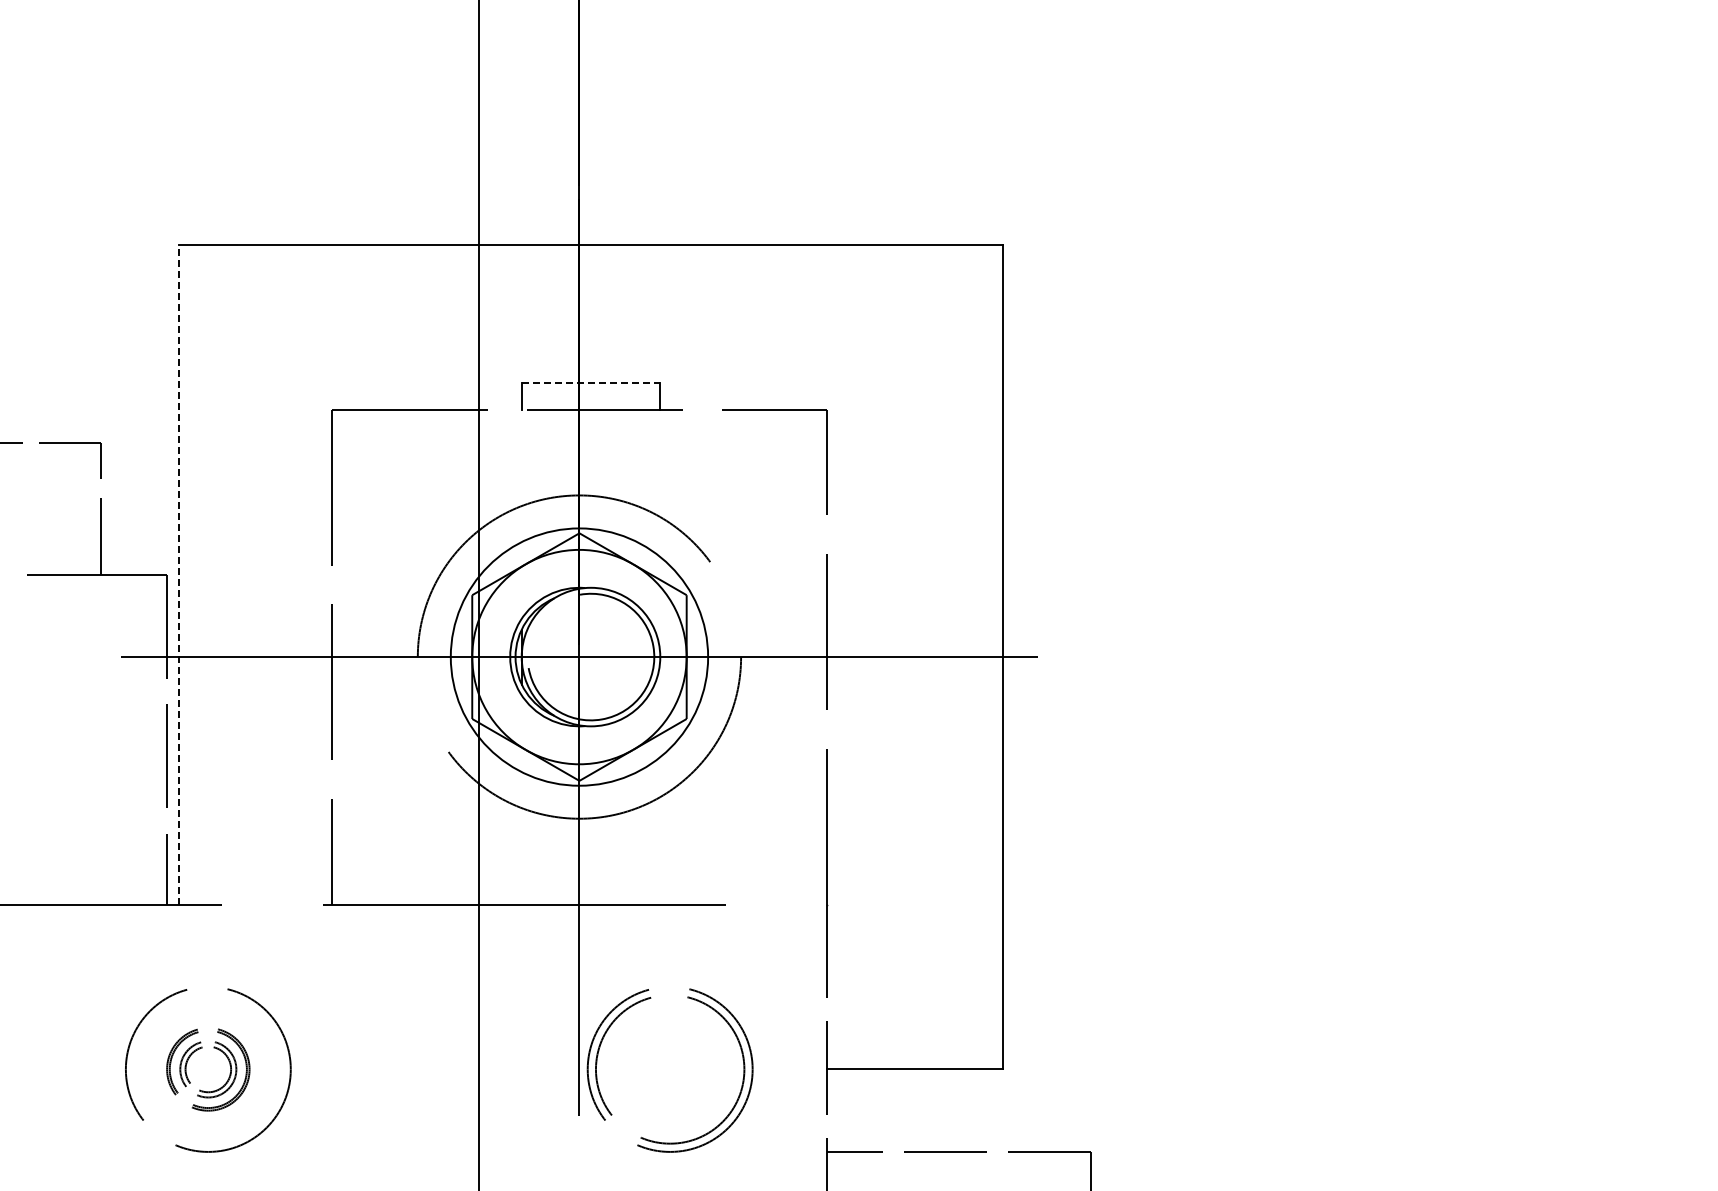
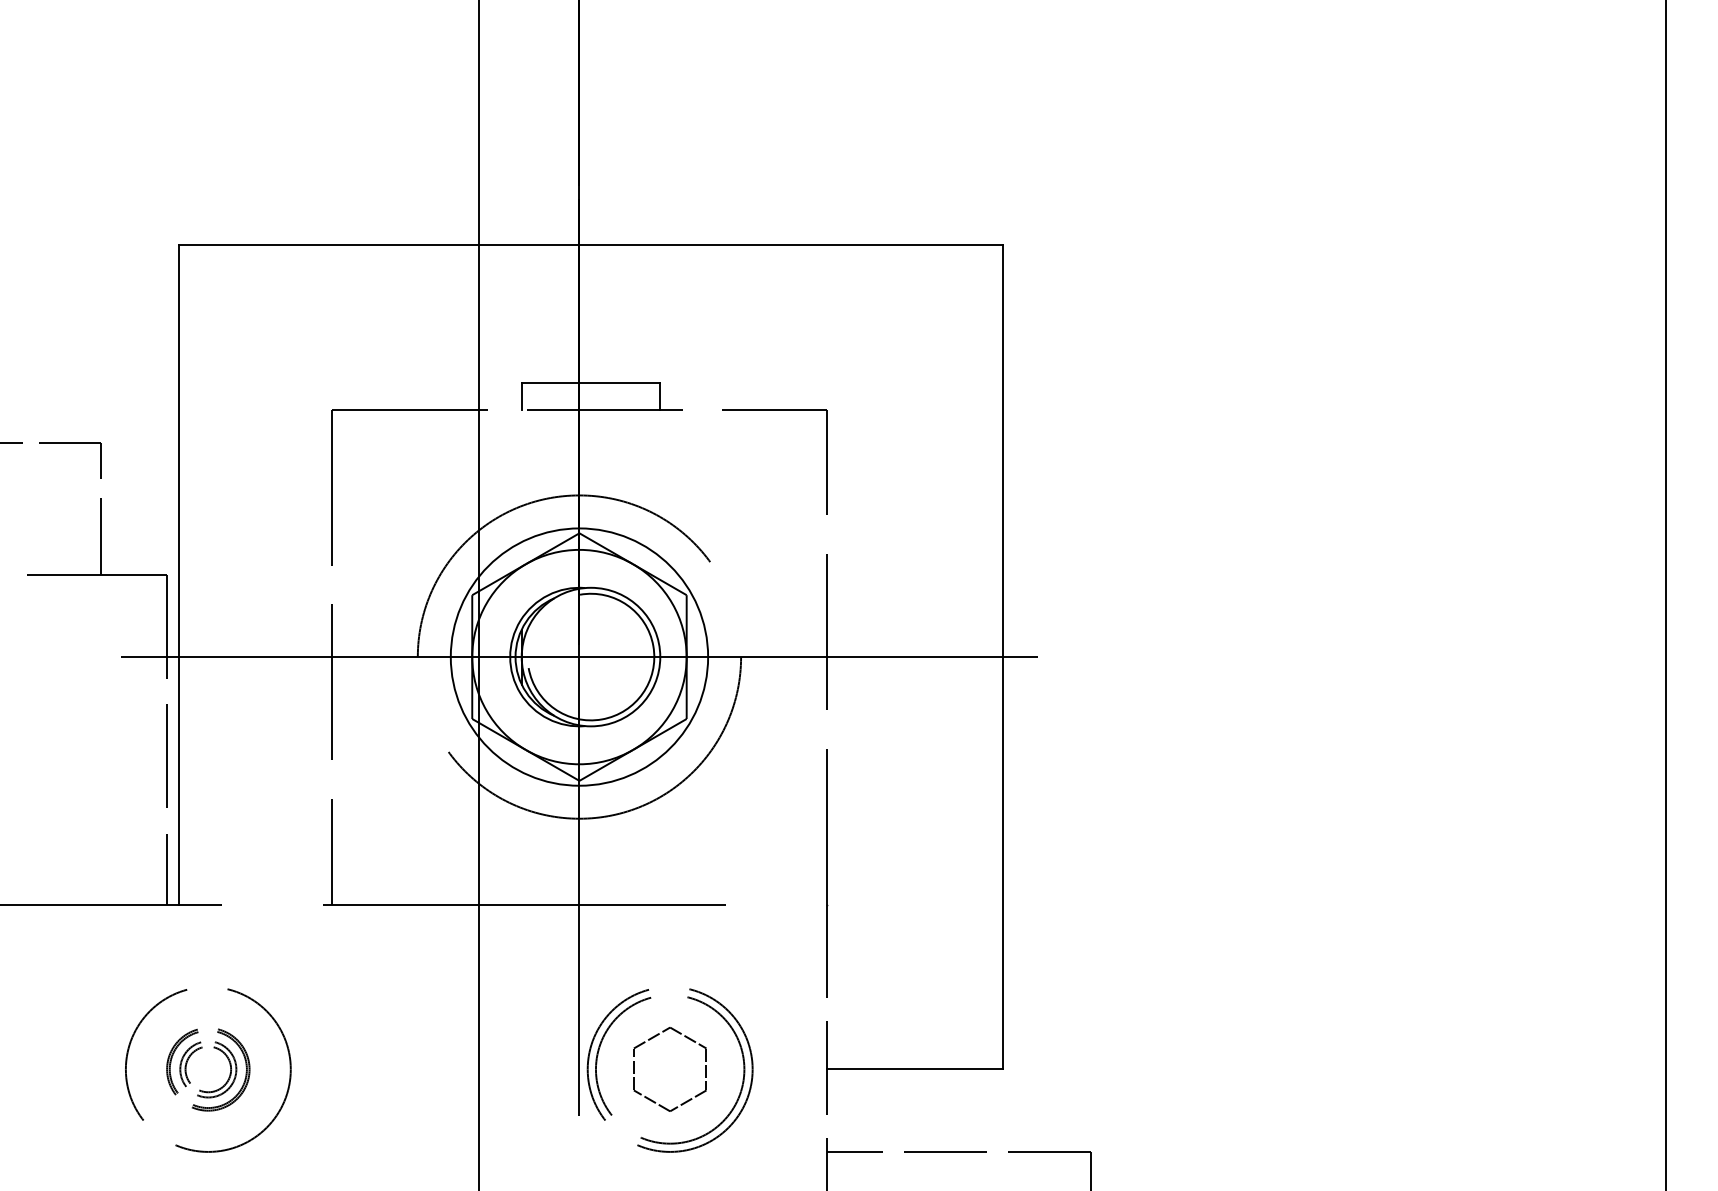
line at (591, 383): dashed -> solid
line at (178, 574): dashed -> solid
line at (1666, 594): none -> present
part at (650, 1098): none -> present
